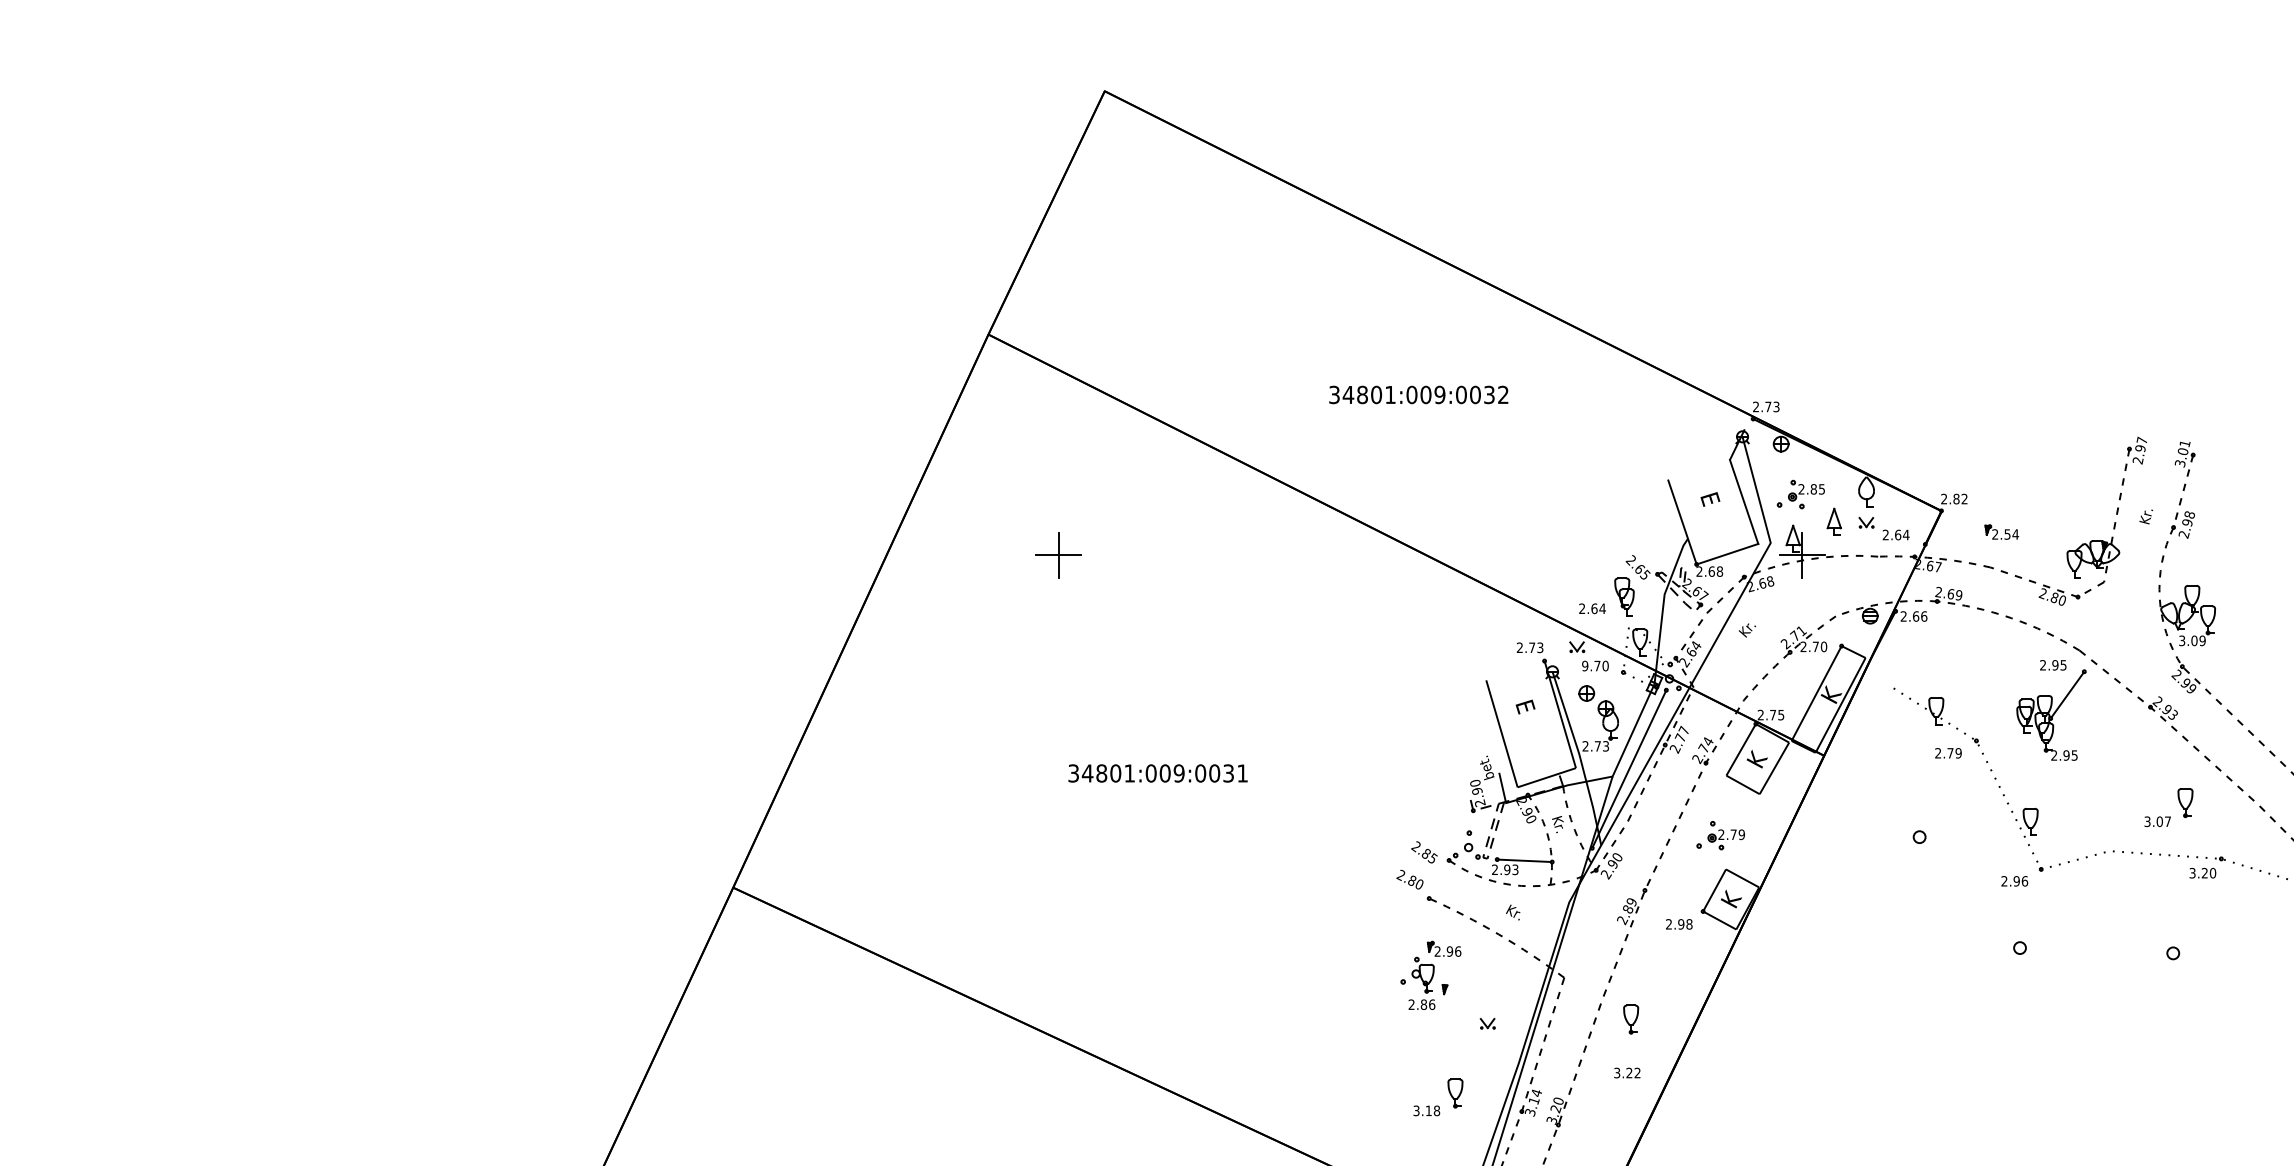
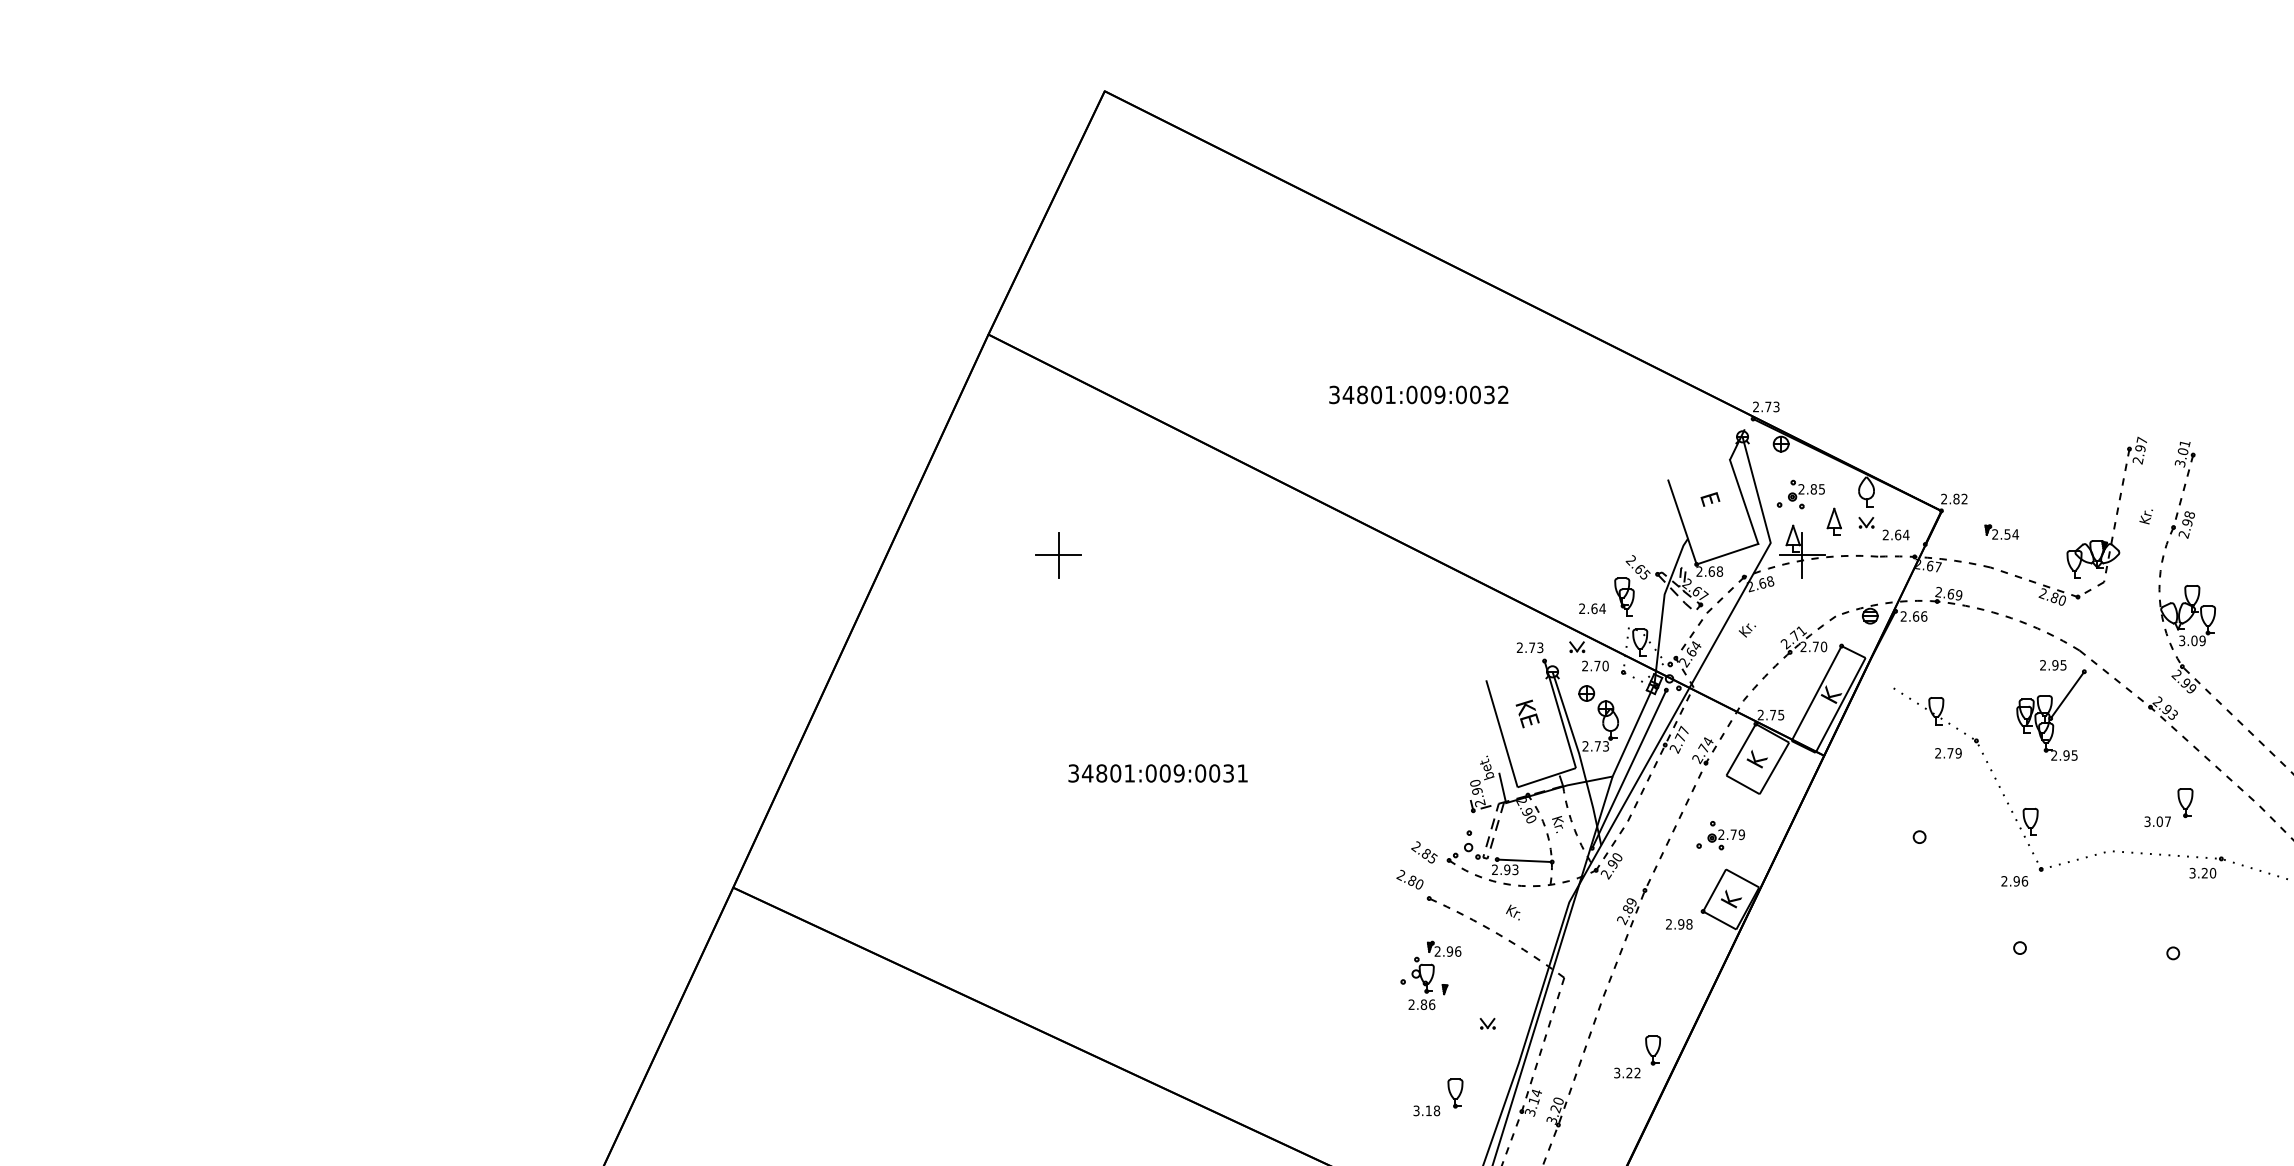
text at (1585, 666): 9.70 -> 2.70
text at (1527, 714): E -> KE
part at (1631, 1019) position: (1631, 1019) -> (1653, 1050)
